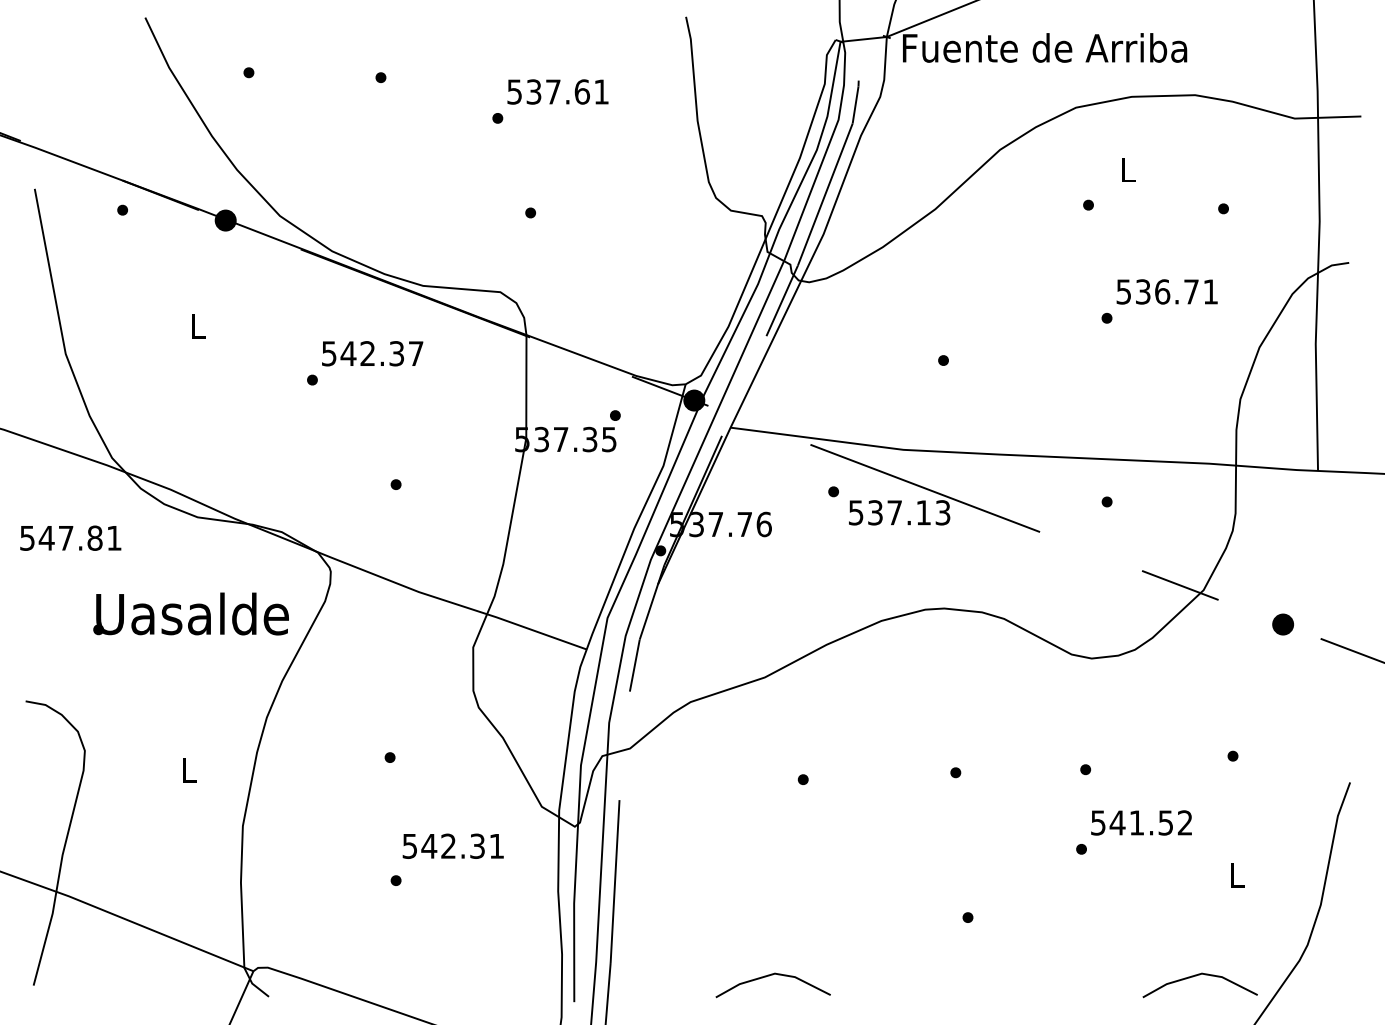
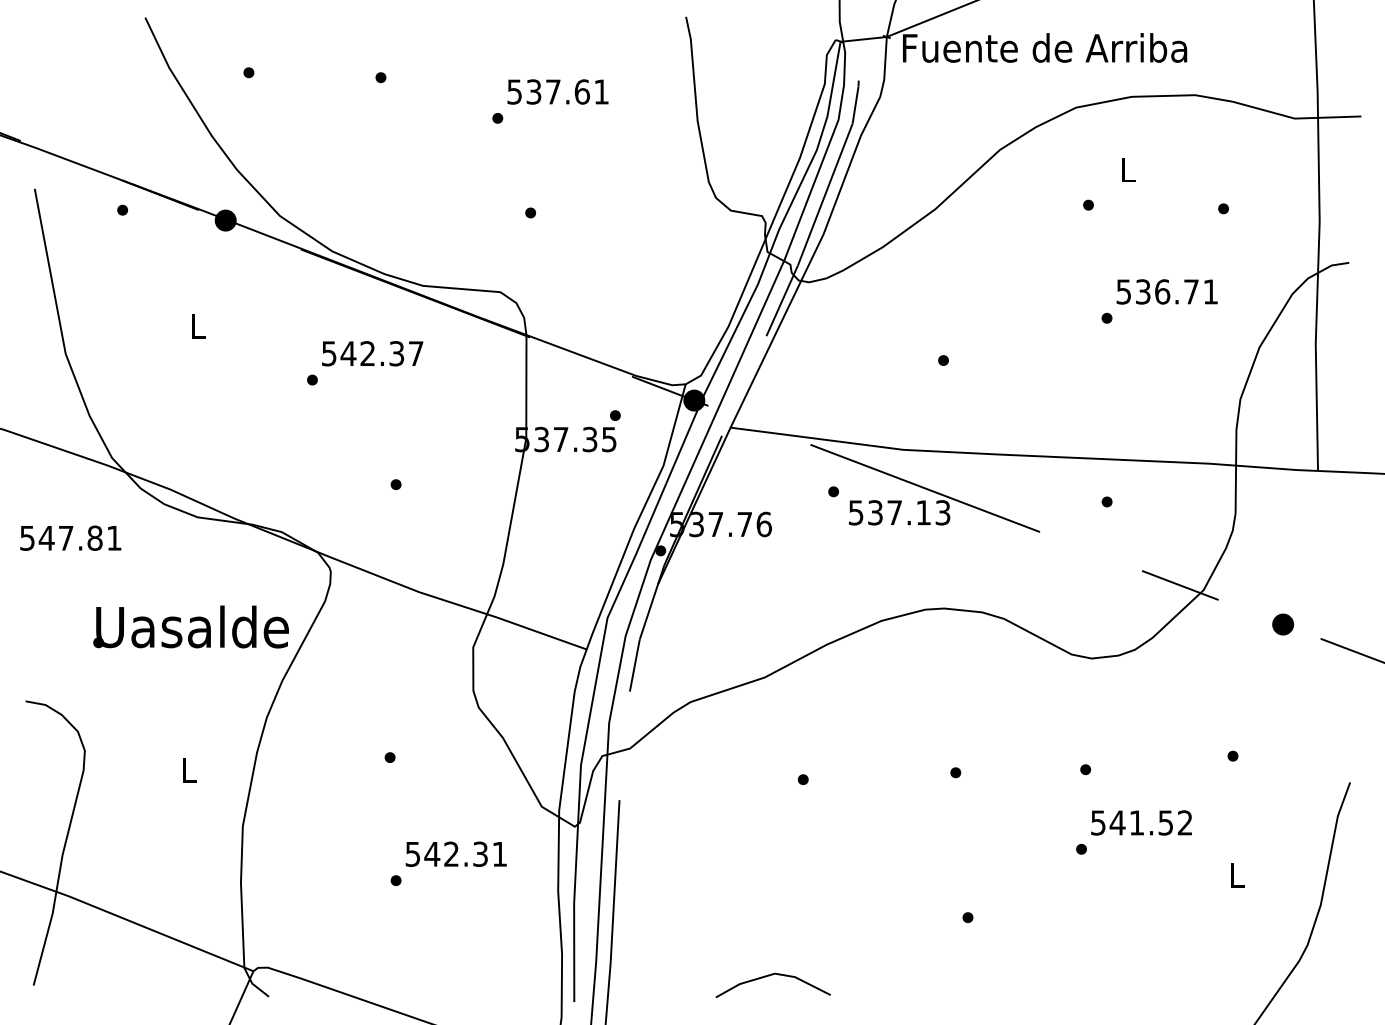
text at (190, 613) position: (190, 613) -> (190, 626)
text at (452, 845) position: (452, 845) -> (455, 853)
line at (1196, 976): present -> none
